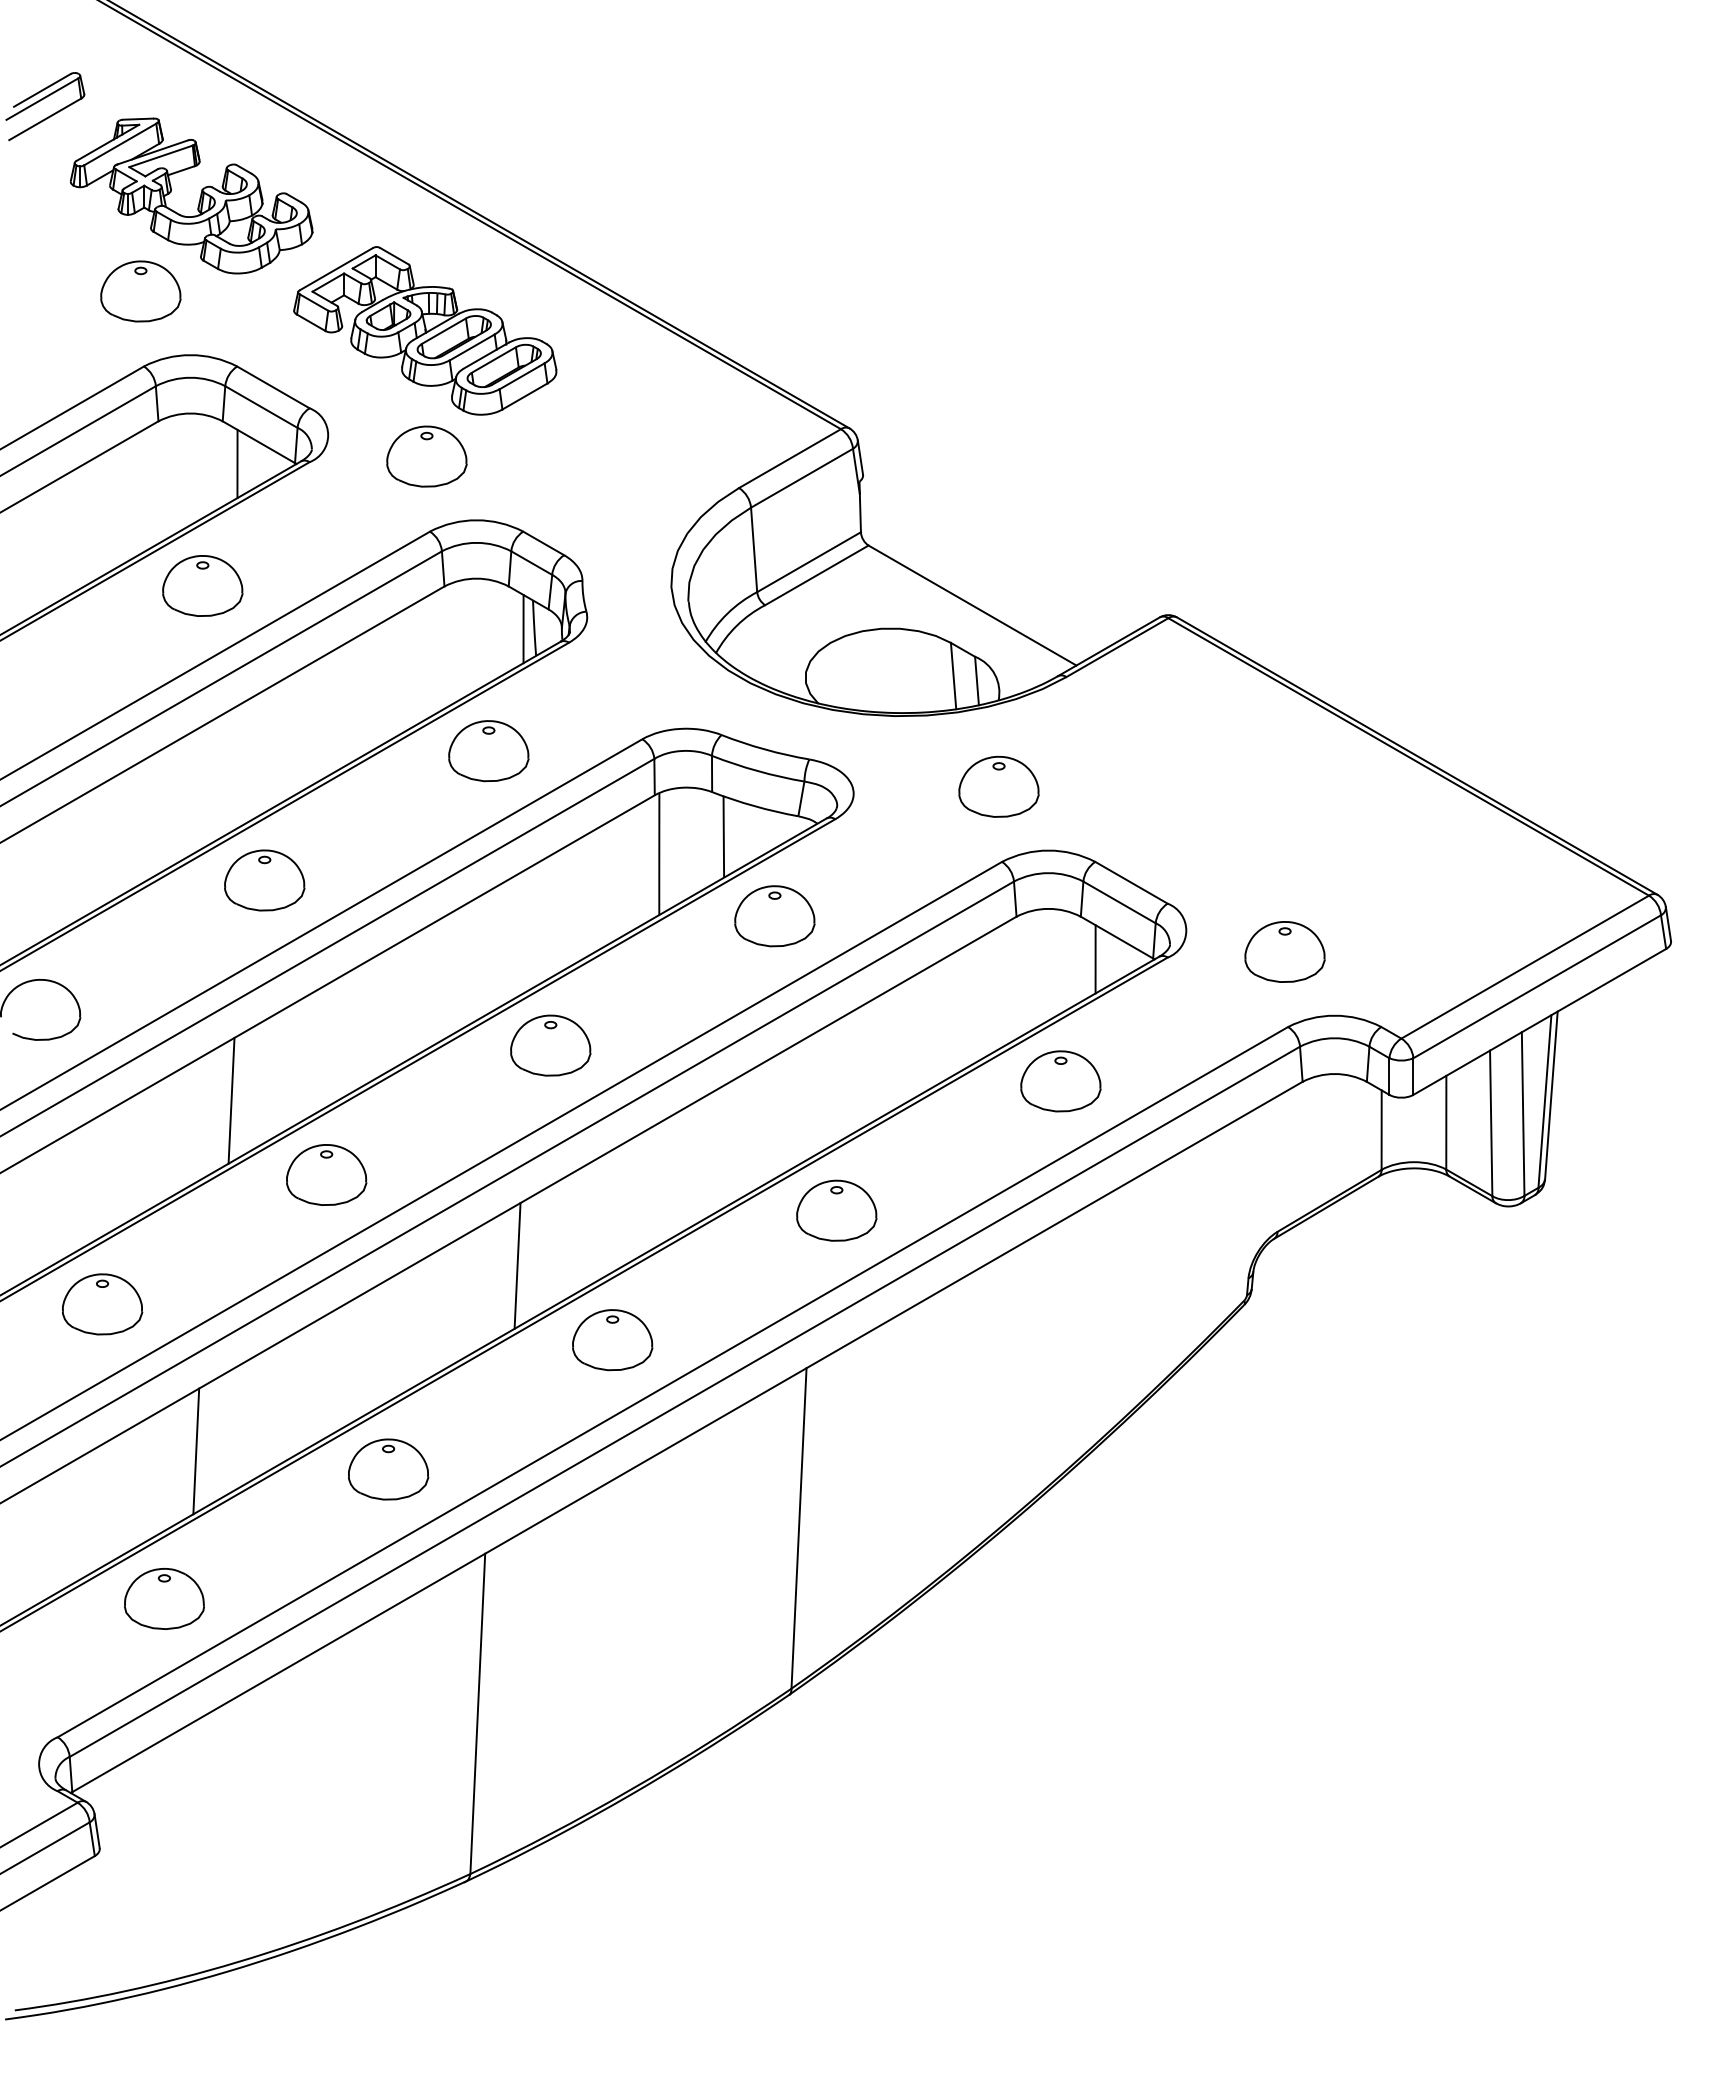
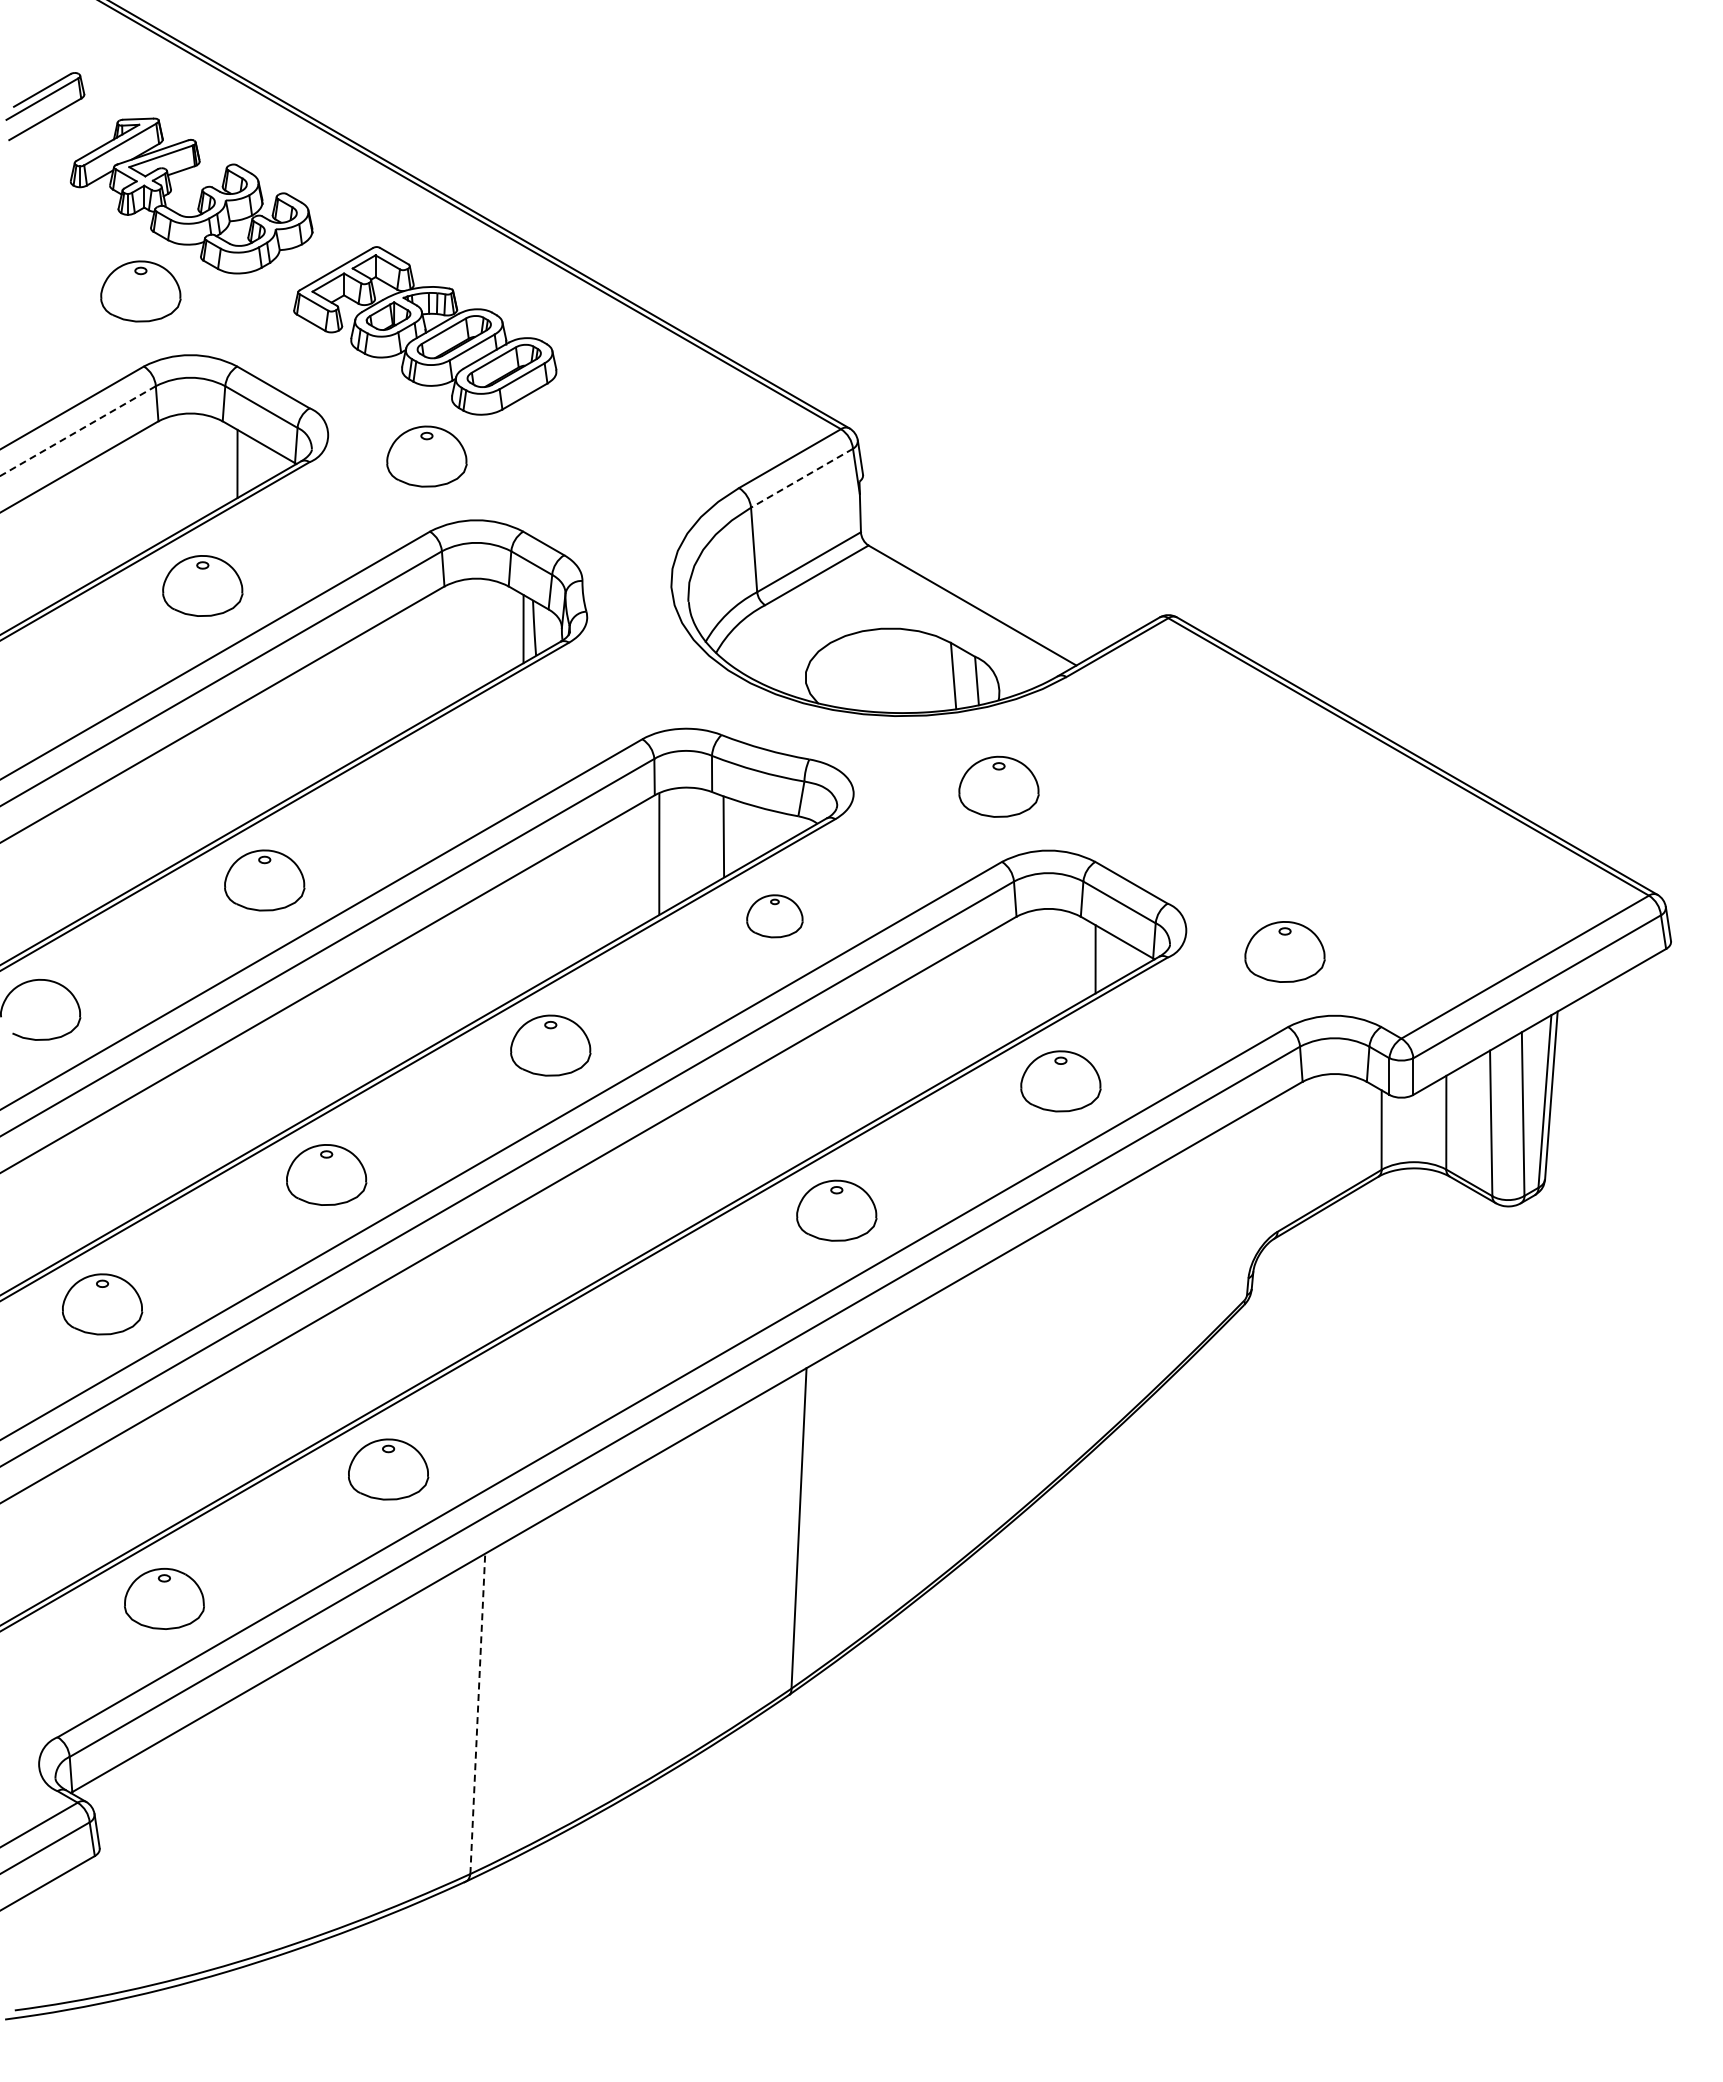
line at (77, 431): solid -> dashed
line at (802, 478): solid -> dashed
part at (488, 751): present -> none
part at (774, 916) size: 82x63 px -> 58x45 px
line at (231, 1100): present -> none
line at (517, 1265): present -> none
part at (612, 1340): present -> none
line at (196, 1451): present -> none
line at (477, 1713): solid -> dashed
